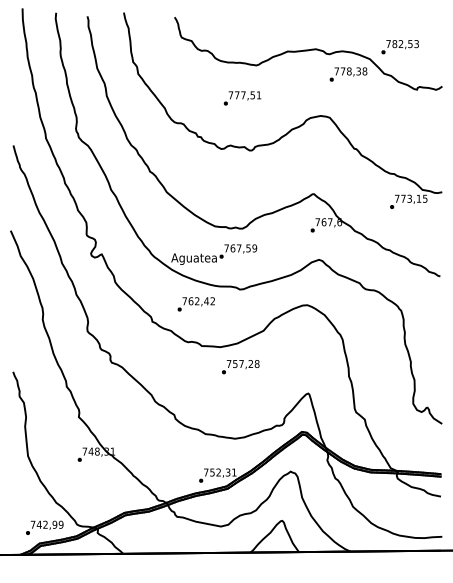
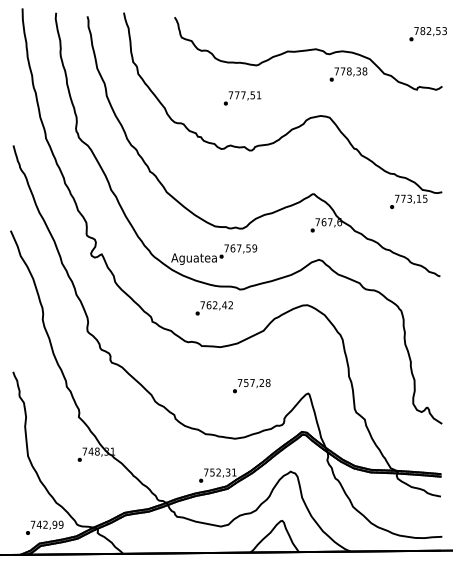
text at (399, 47) position: (399, 47) -> (427, 34)
text at (195, 304) position: (195, 304) -> (213, 308)
text at (240, 367) position: (240, 367) -> (251, 386)
